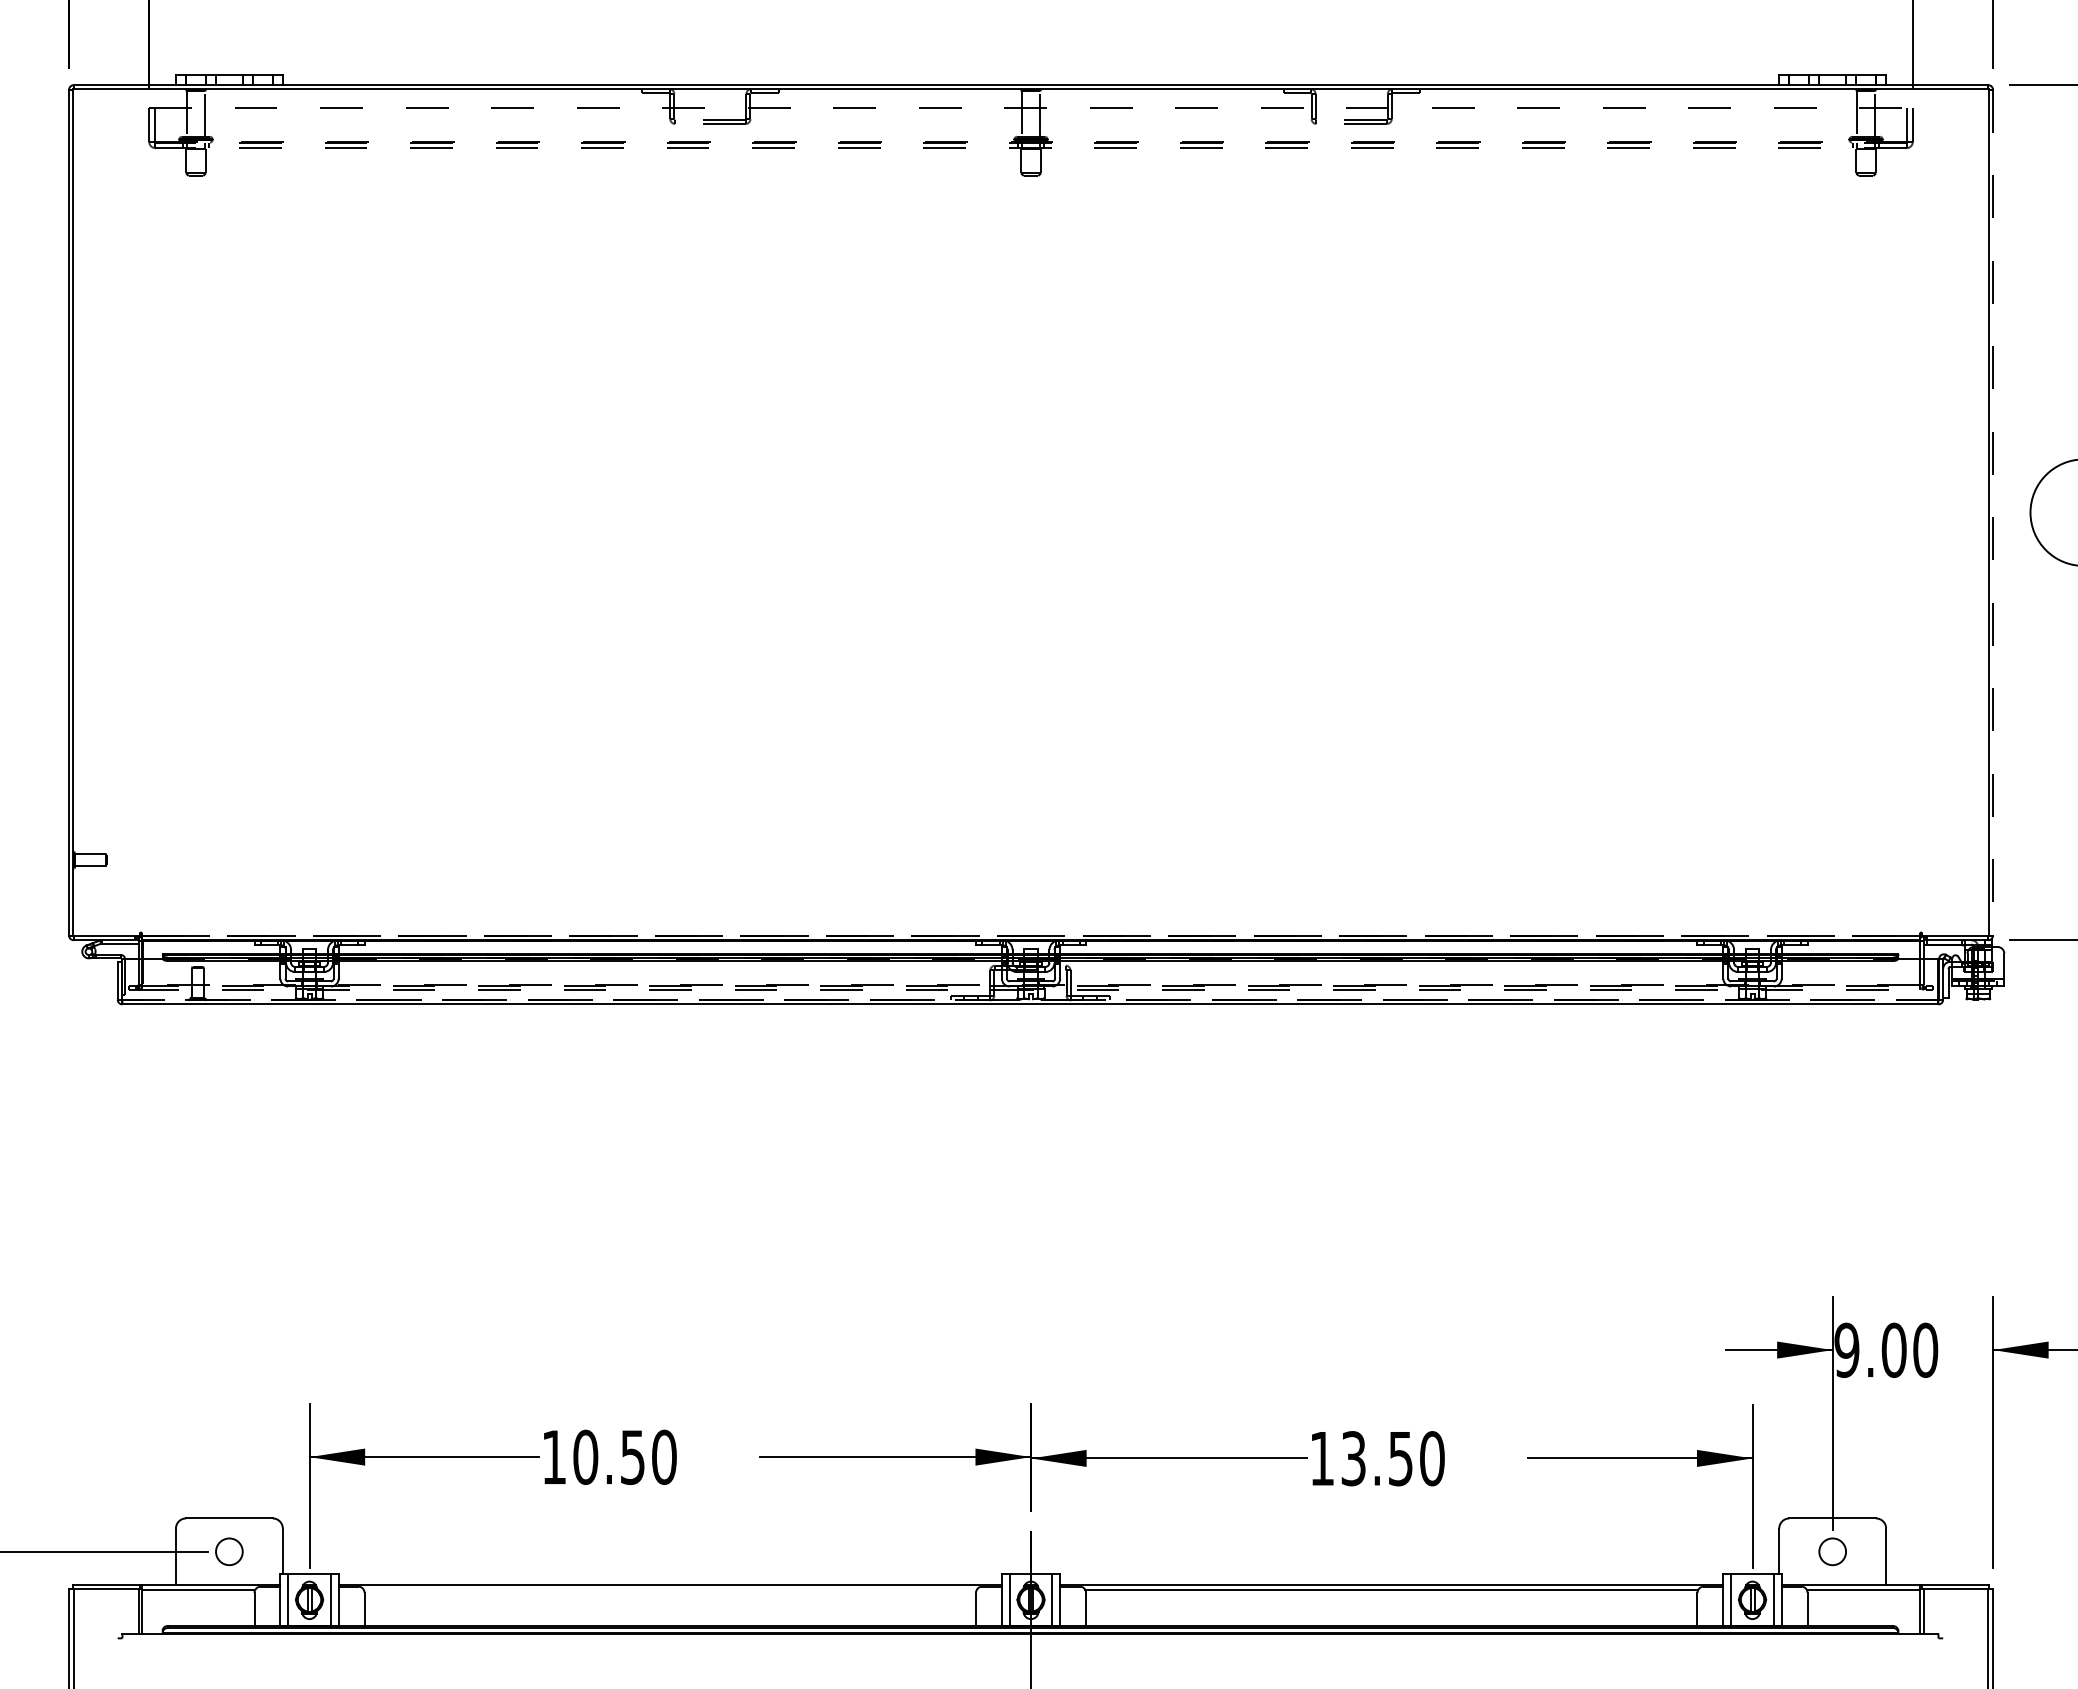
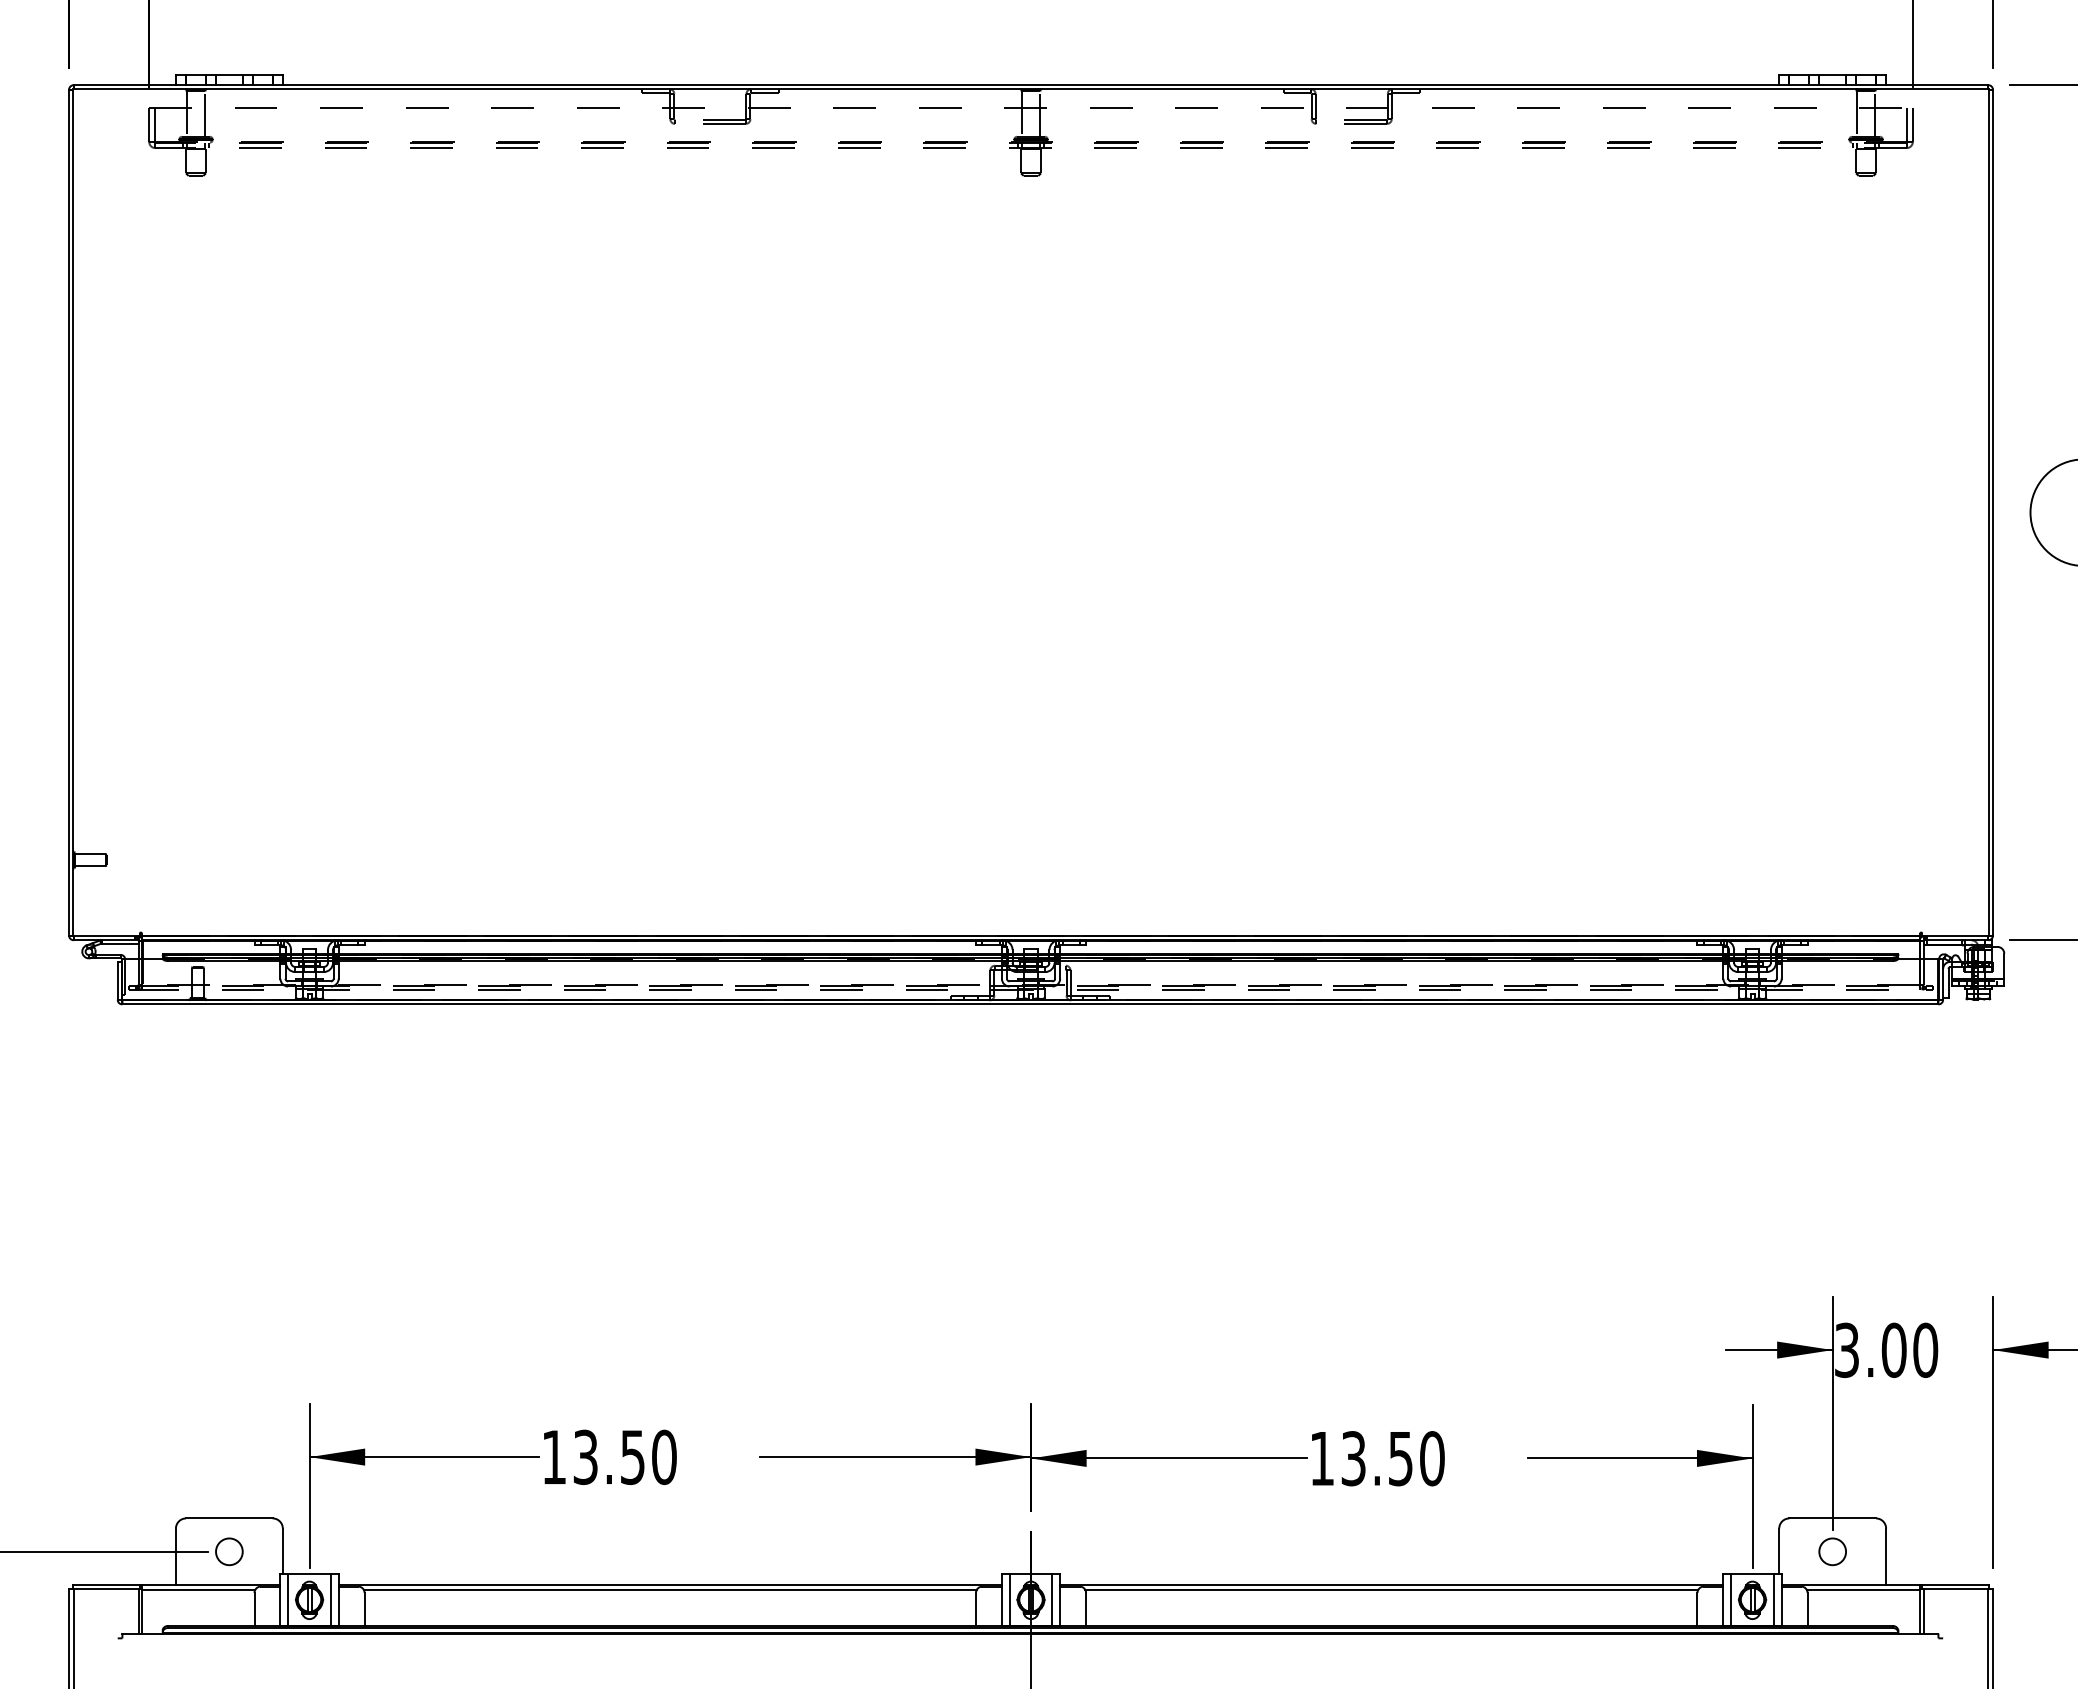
line at (1993, 512): dashed -> solid
line at (1031, 935): dashed -> solid
line at (1030, 999): dashed -> solid
text at (1846, 1349): 9.00 -> 3.00
text at (585, 1457): 10.50 -> 13.50
line at (669, 1589): none -> present
